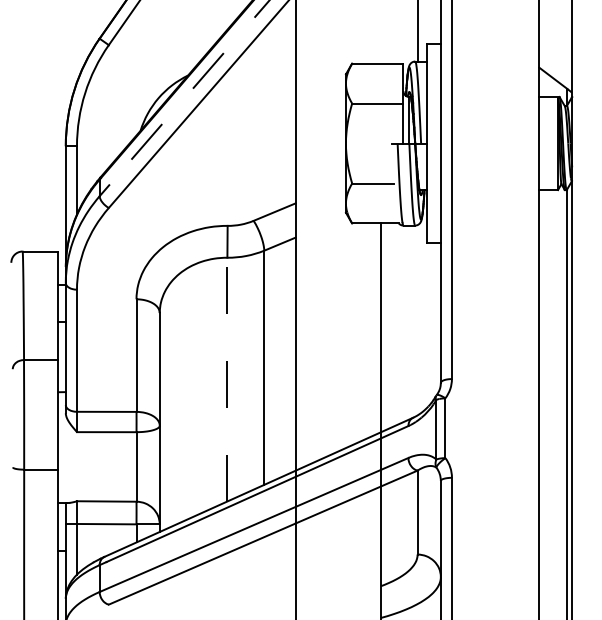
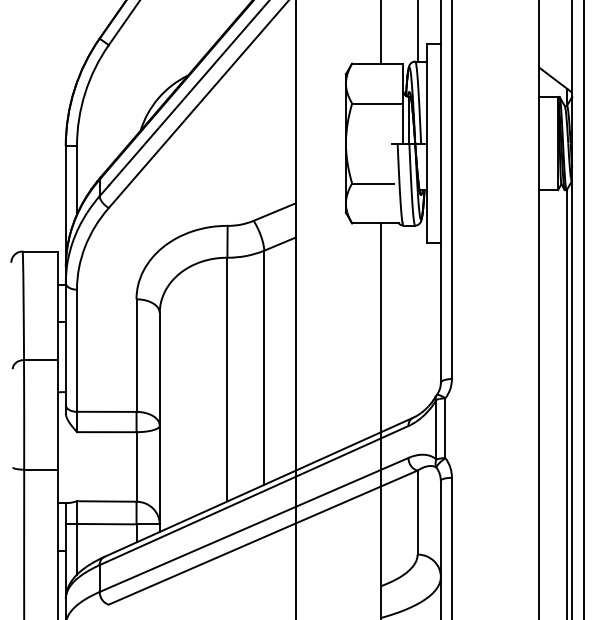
line at (380, 32): none -> present
line at (189, 93): dashed -> solid
line at (583, 309): none -> present
line at (227, 379): dashed -> solid
